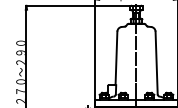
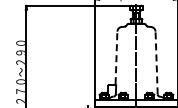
line at (116, 57): solid -> dashed
line at (156, 62): solid -> dashed
